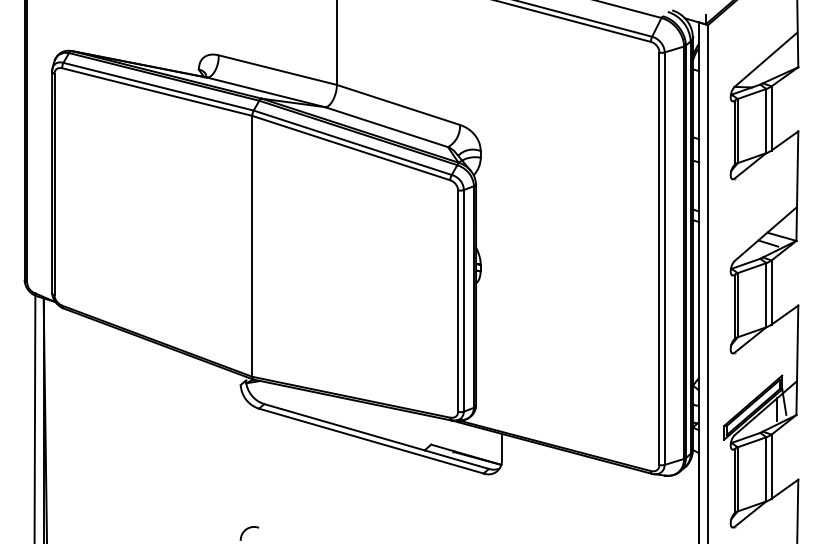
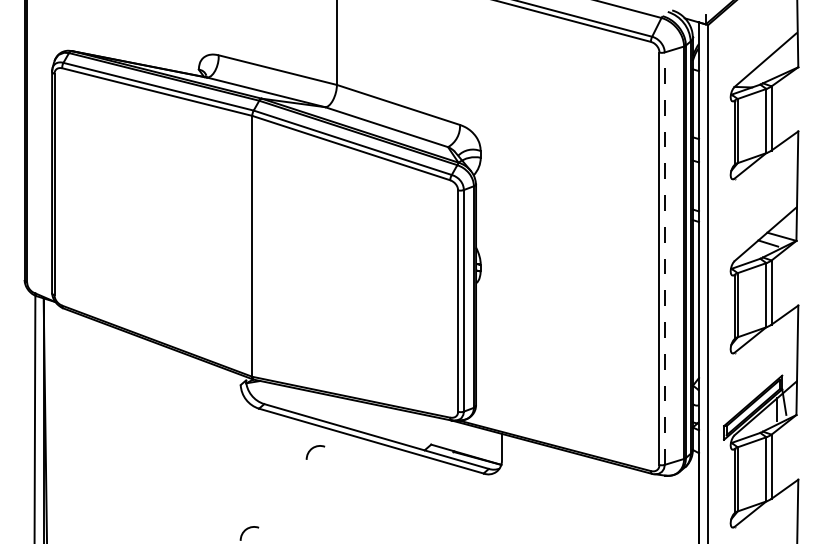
line at (664, 258): solid -> dashed
arc at (314, 448): none -> present
